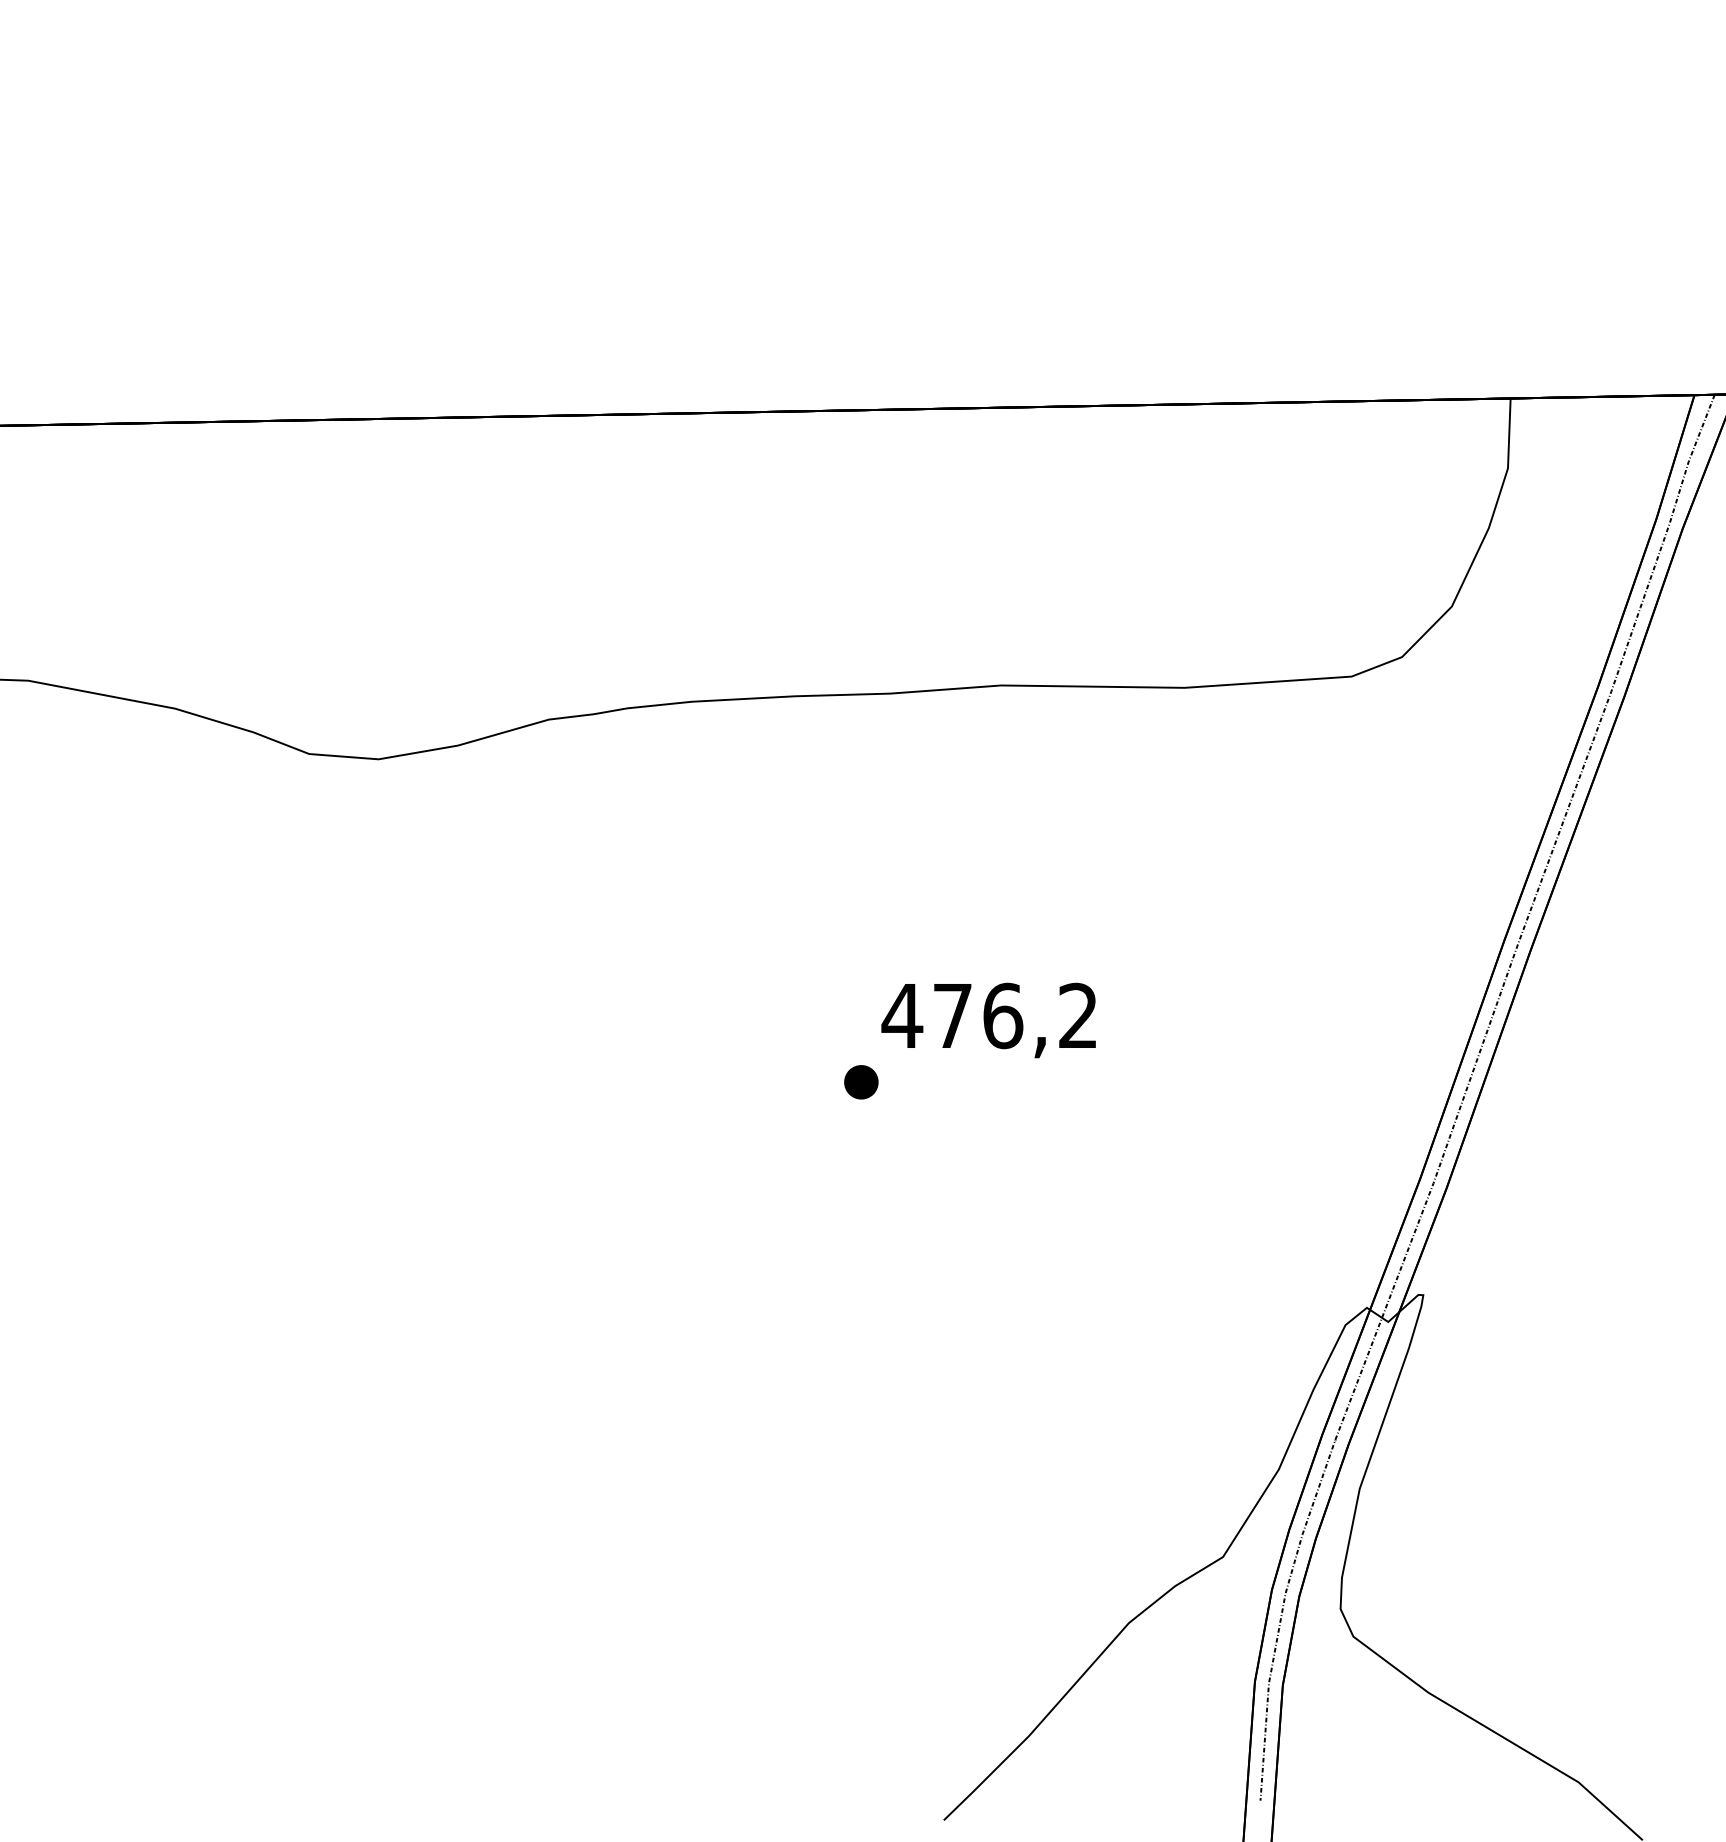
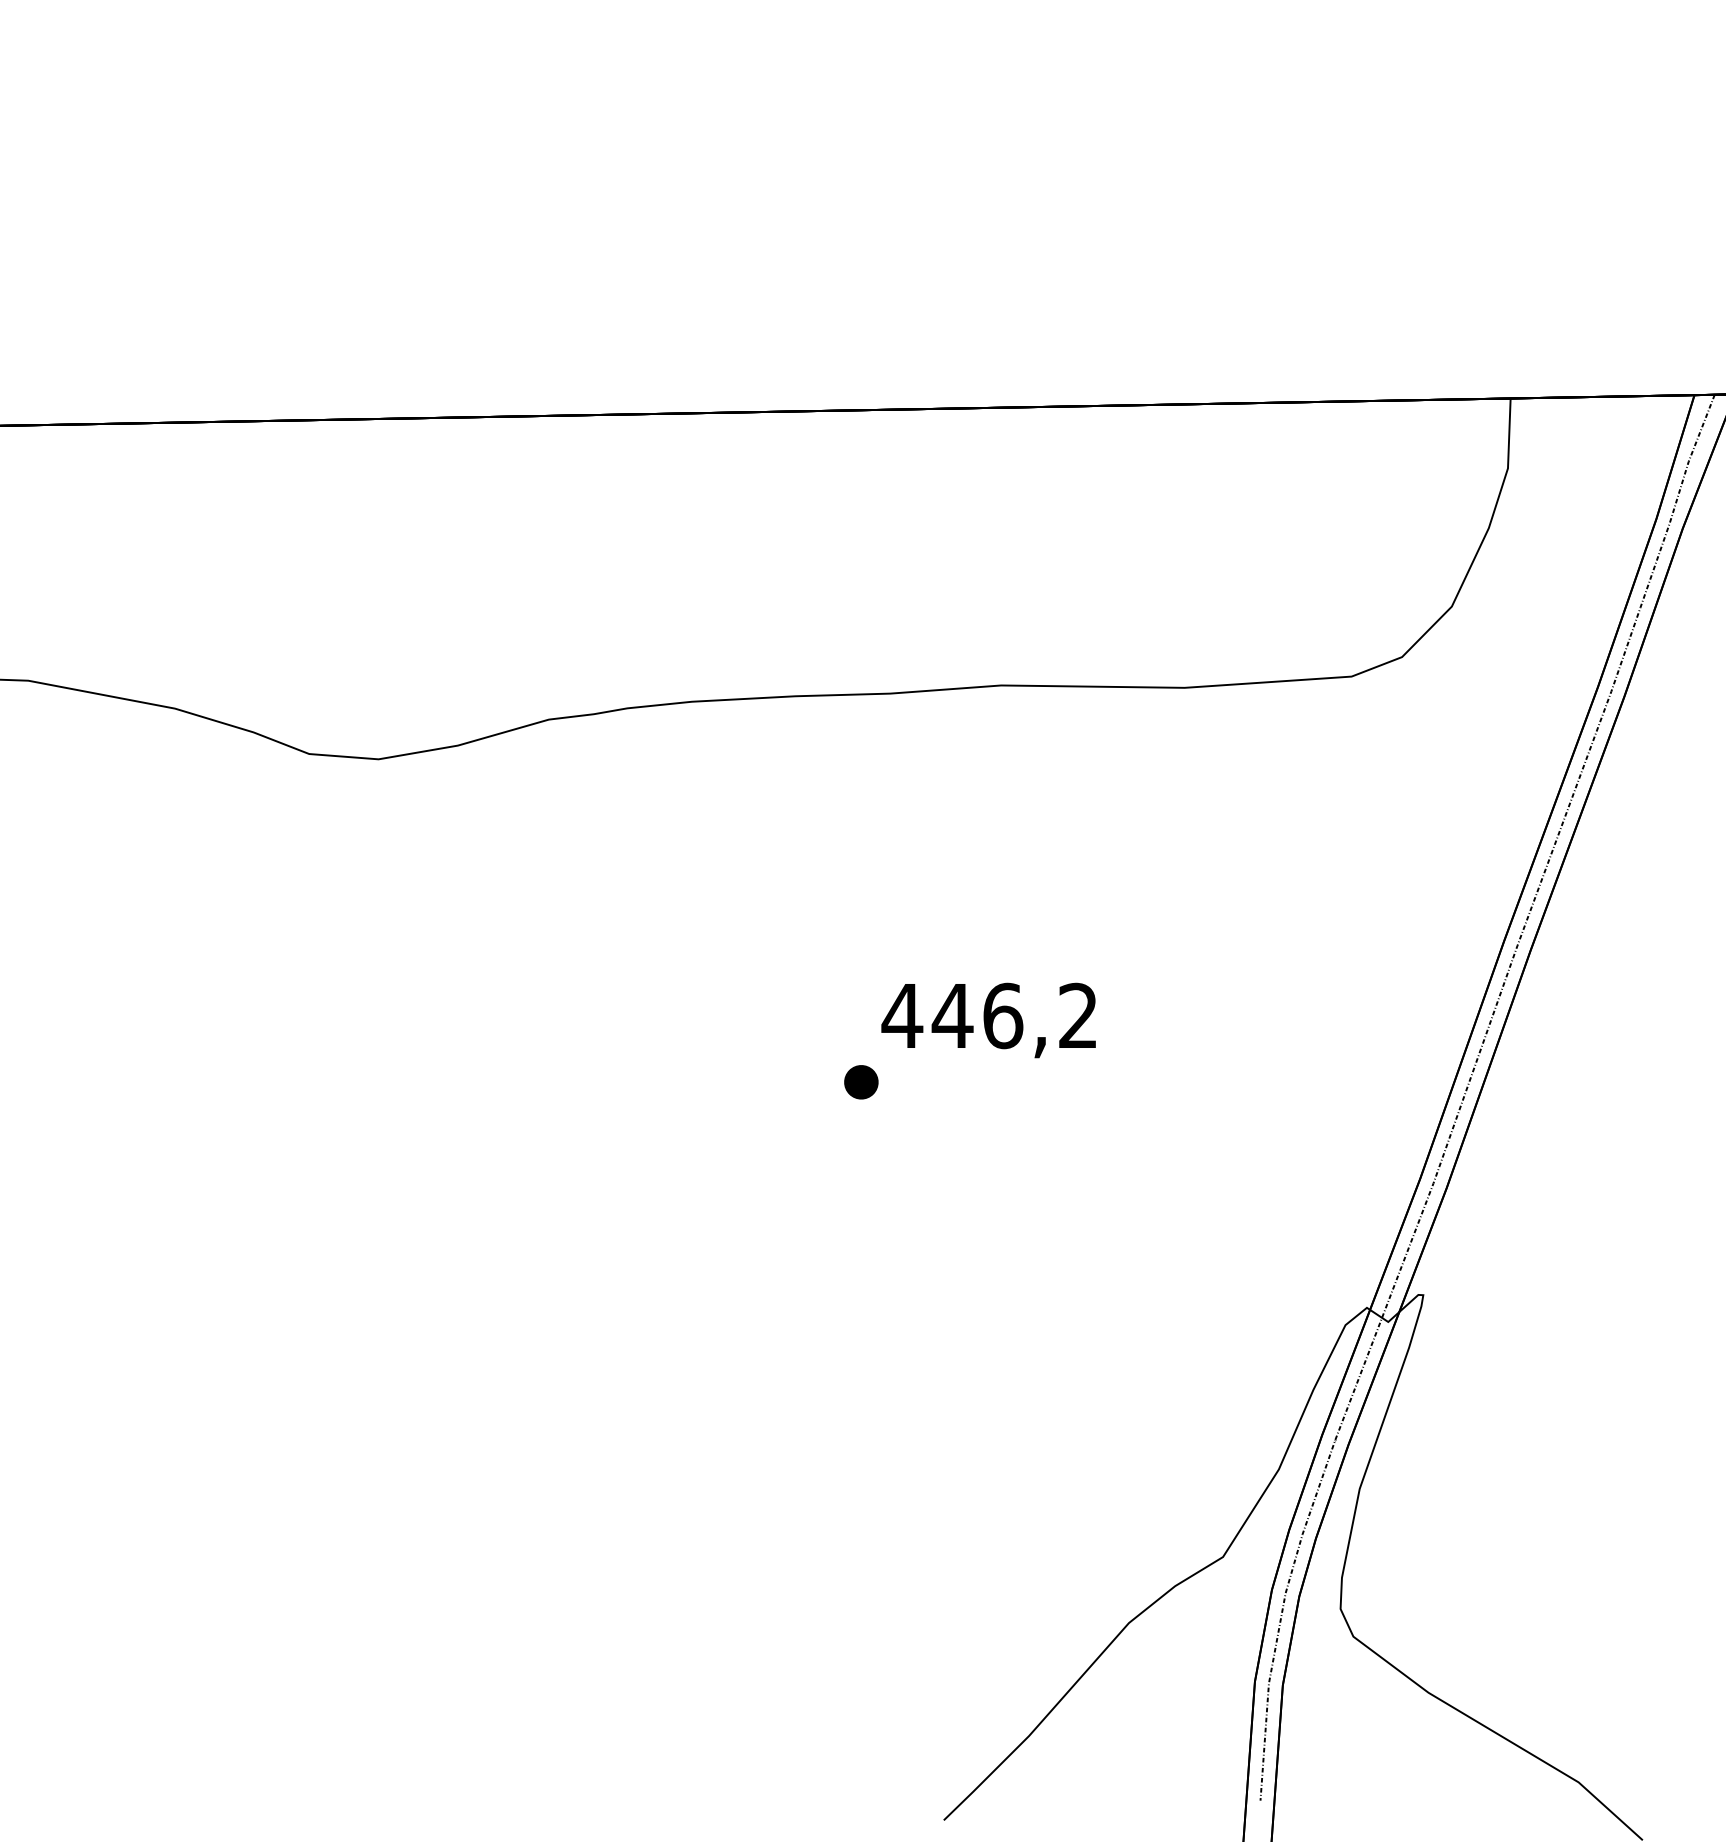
text at (952, 1015): 476,2 -> 446,2
